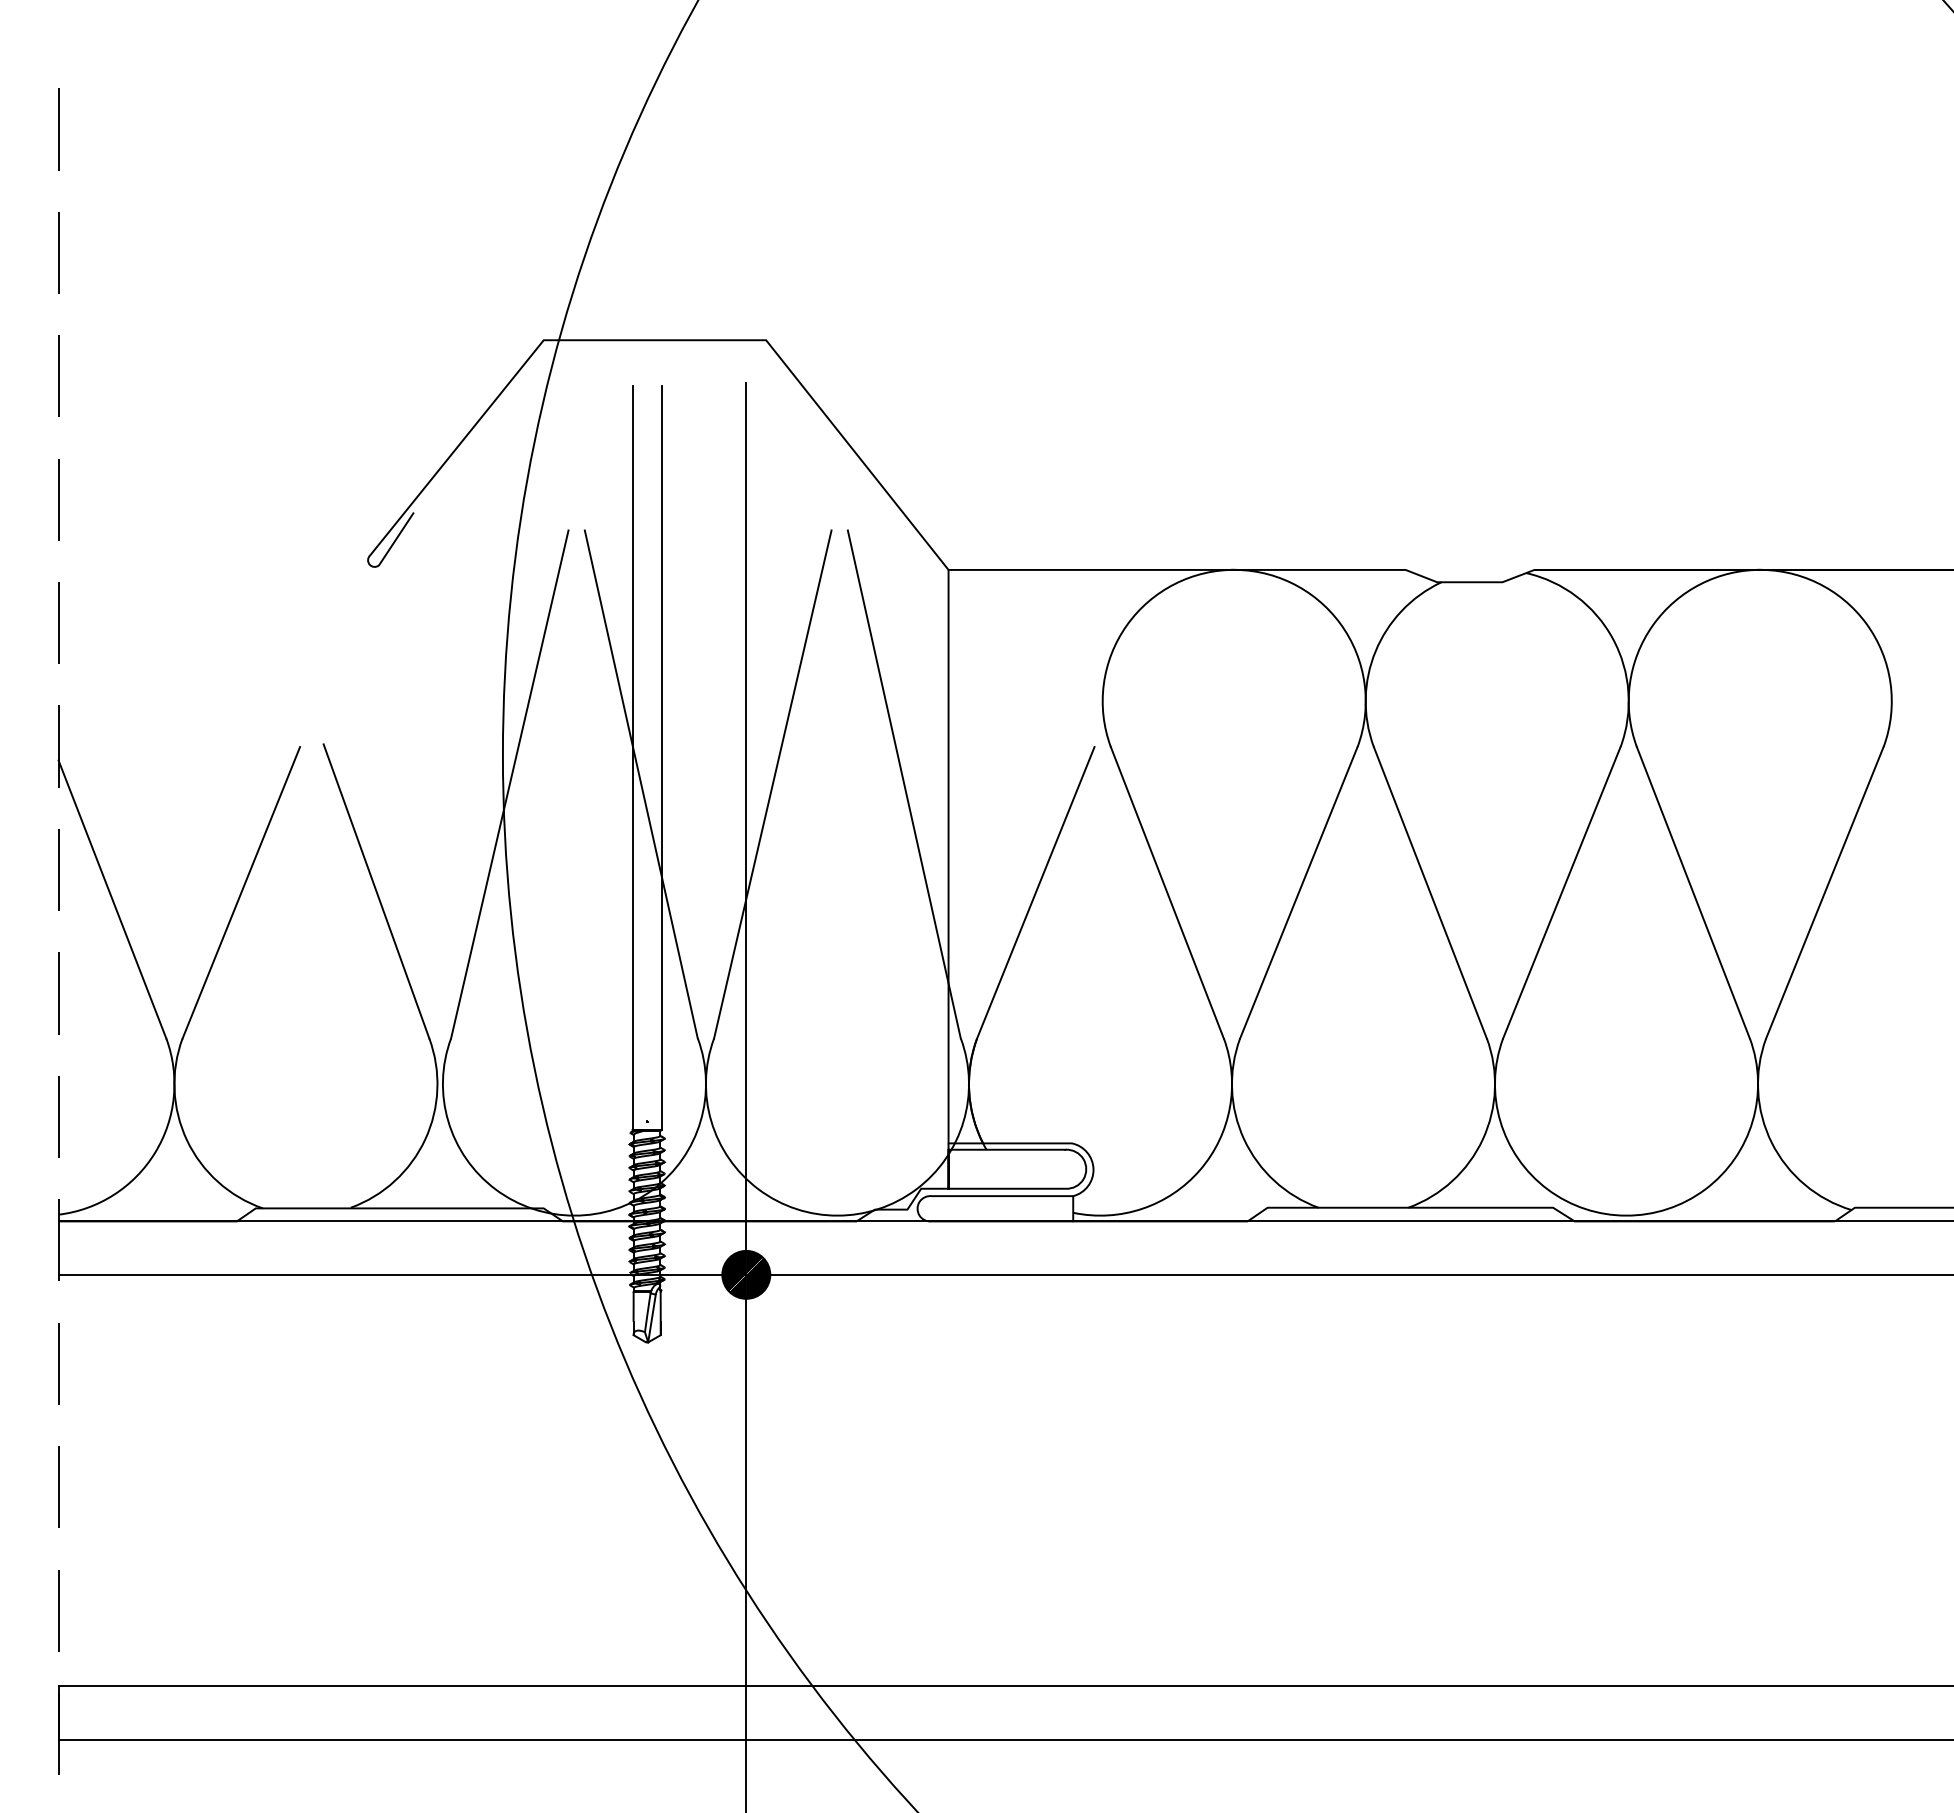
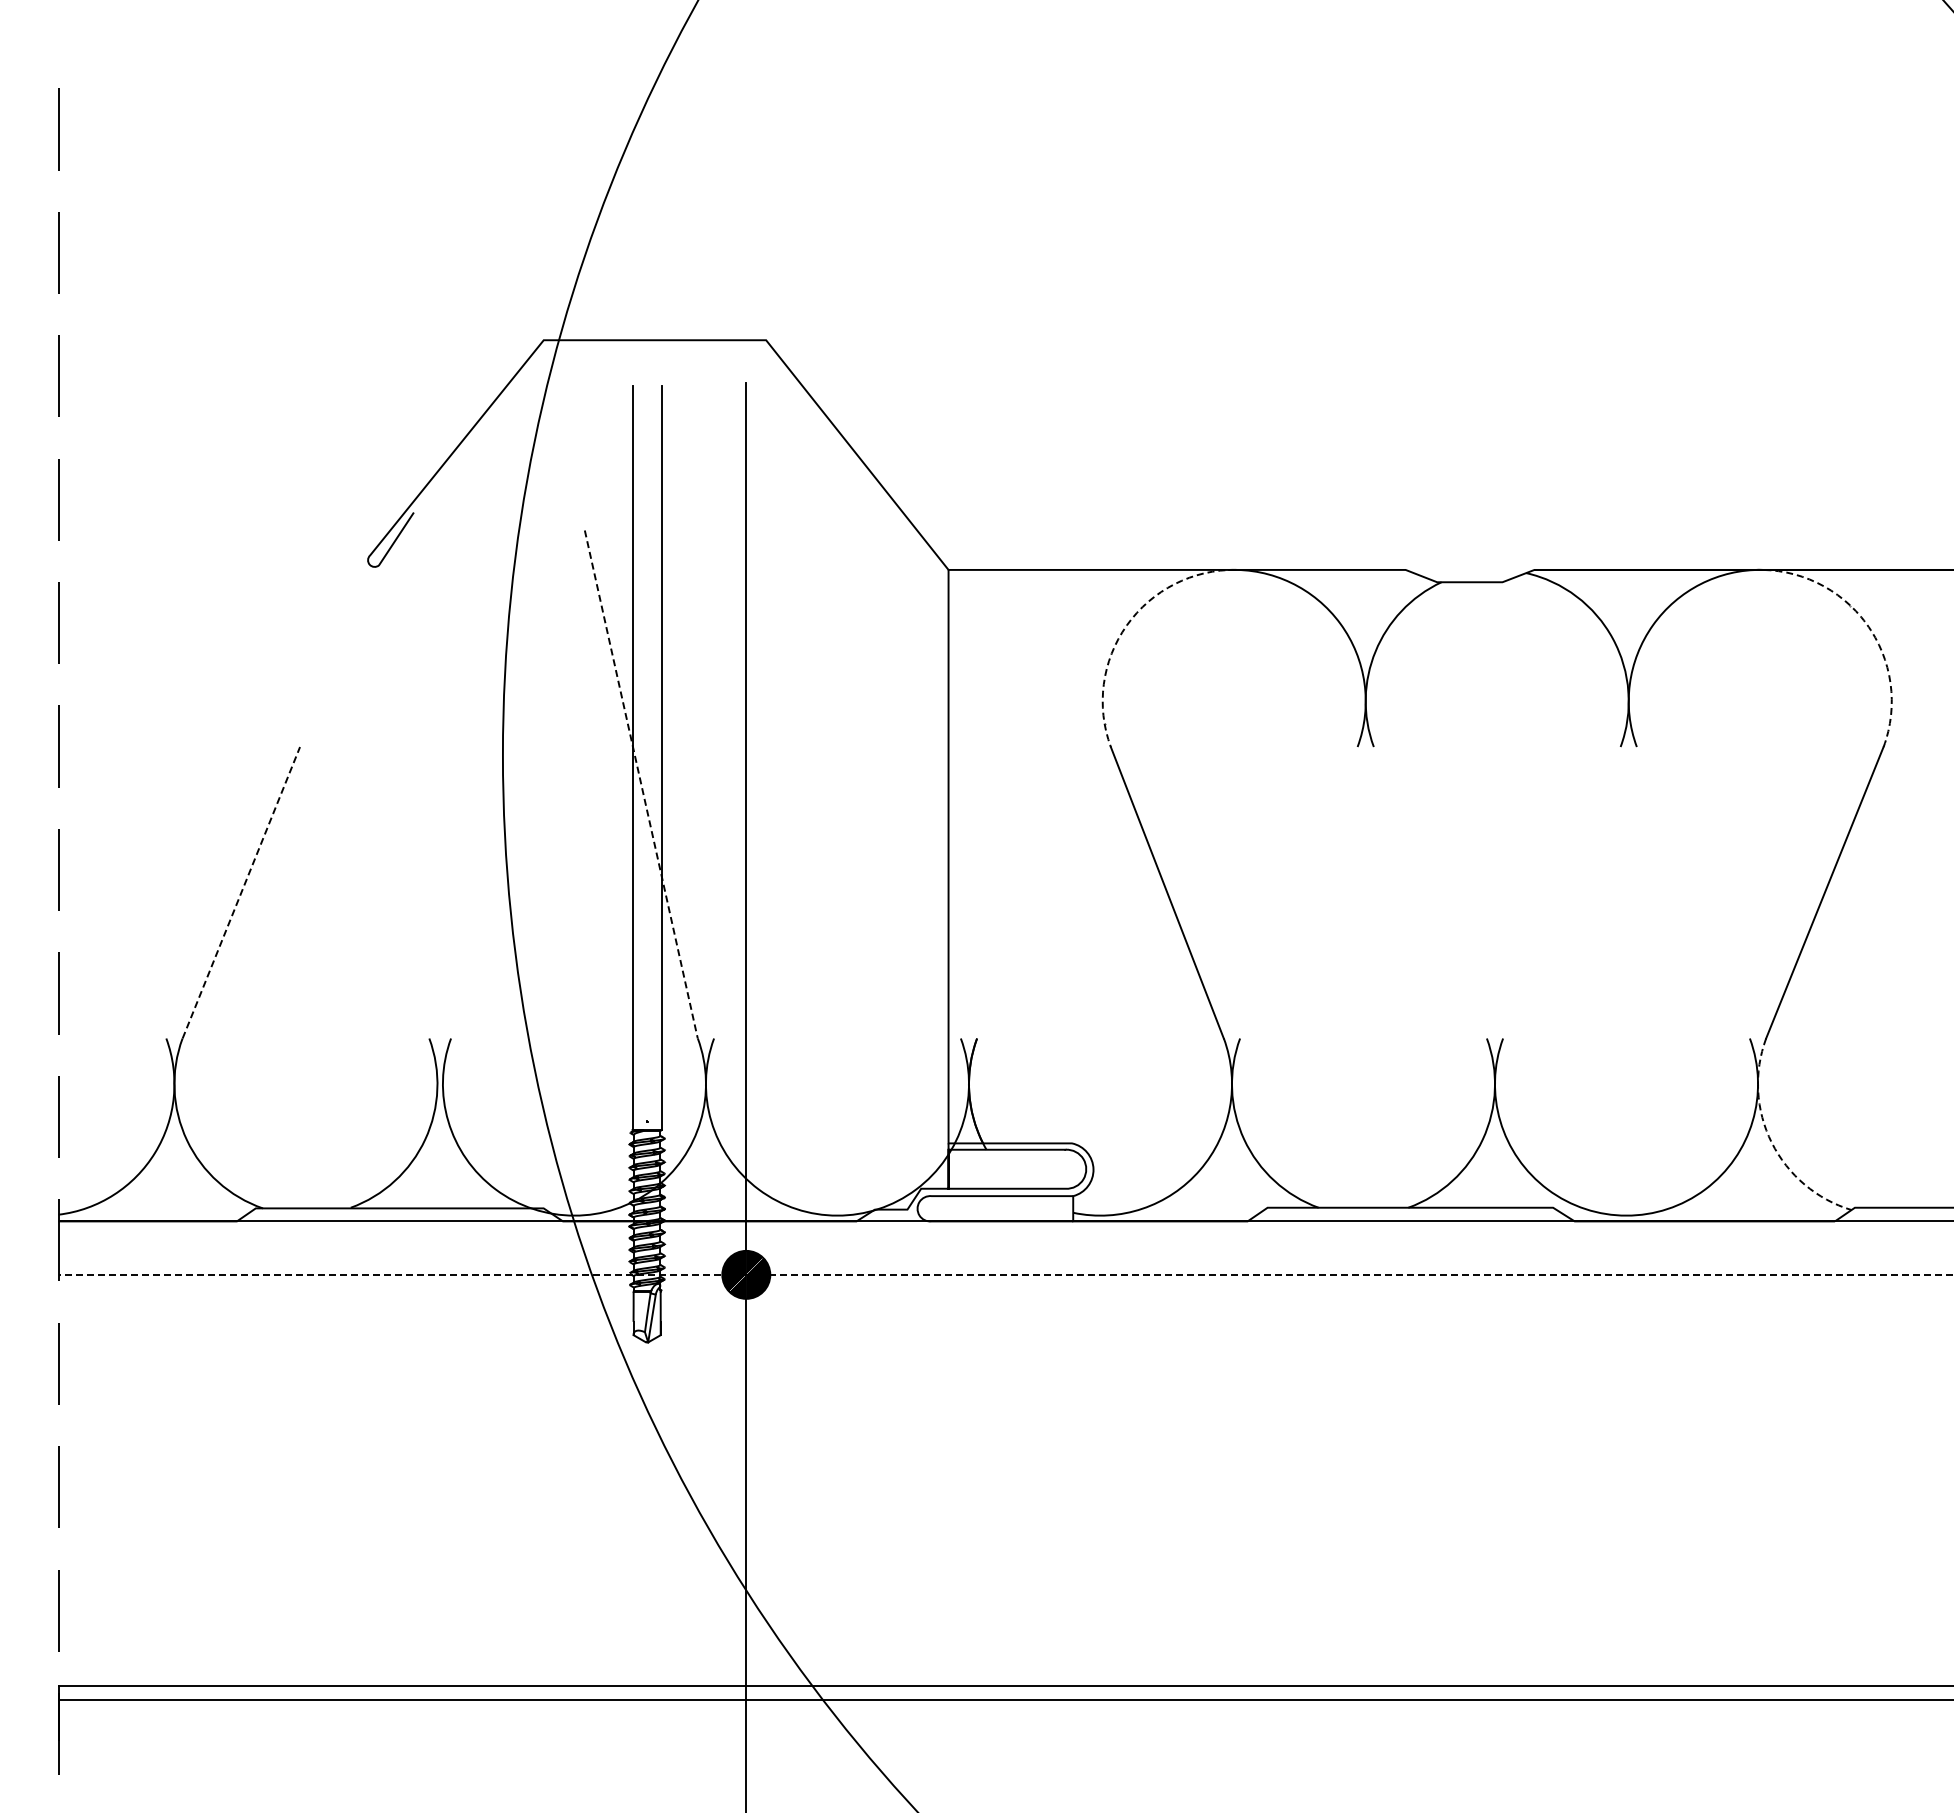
arc at (1866, 623): solid -> dashed
arc at (1126, 625): solid -> dashed
line at (509, 784): present -> none
line at (641, 784): solid -> dashed
line at (772, 784): present -> none
line at (903, 784): present -> none
line at (376, 891): present -> none
line at (241, 892): solid -> dashed
line at (1035, 892): present -> none
line at (1298, 892): present -> none
line at (1429, 892): present -> none
line at (1561, 892): present -> none
line at (1692, 892): present -> none
line at (112, 899): present -> none
arc at (1771, 1142): solid -> dashed
line at (1005, 1274): solid -> dashed
line at (1004, 1739) position: (1004, 1739) -> (1004, 1699)
